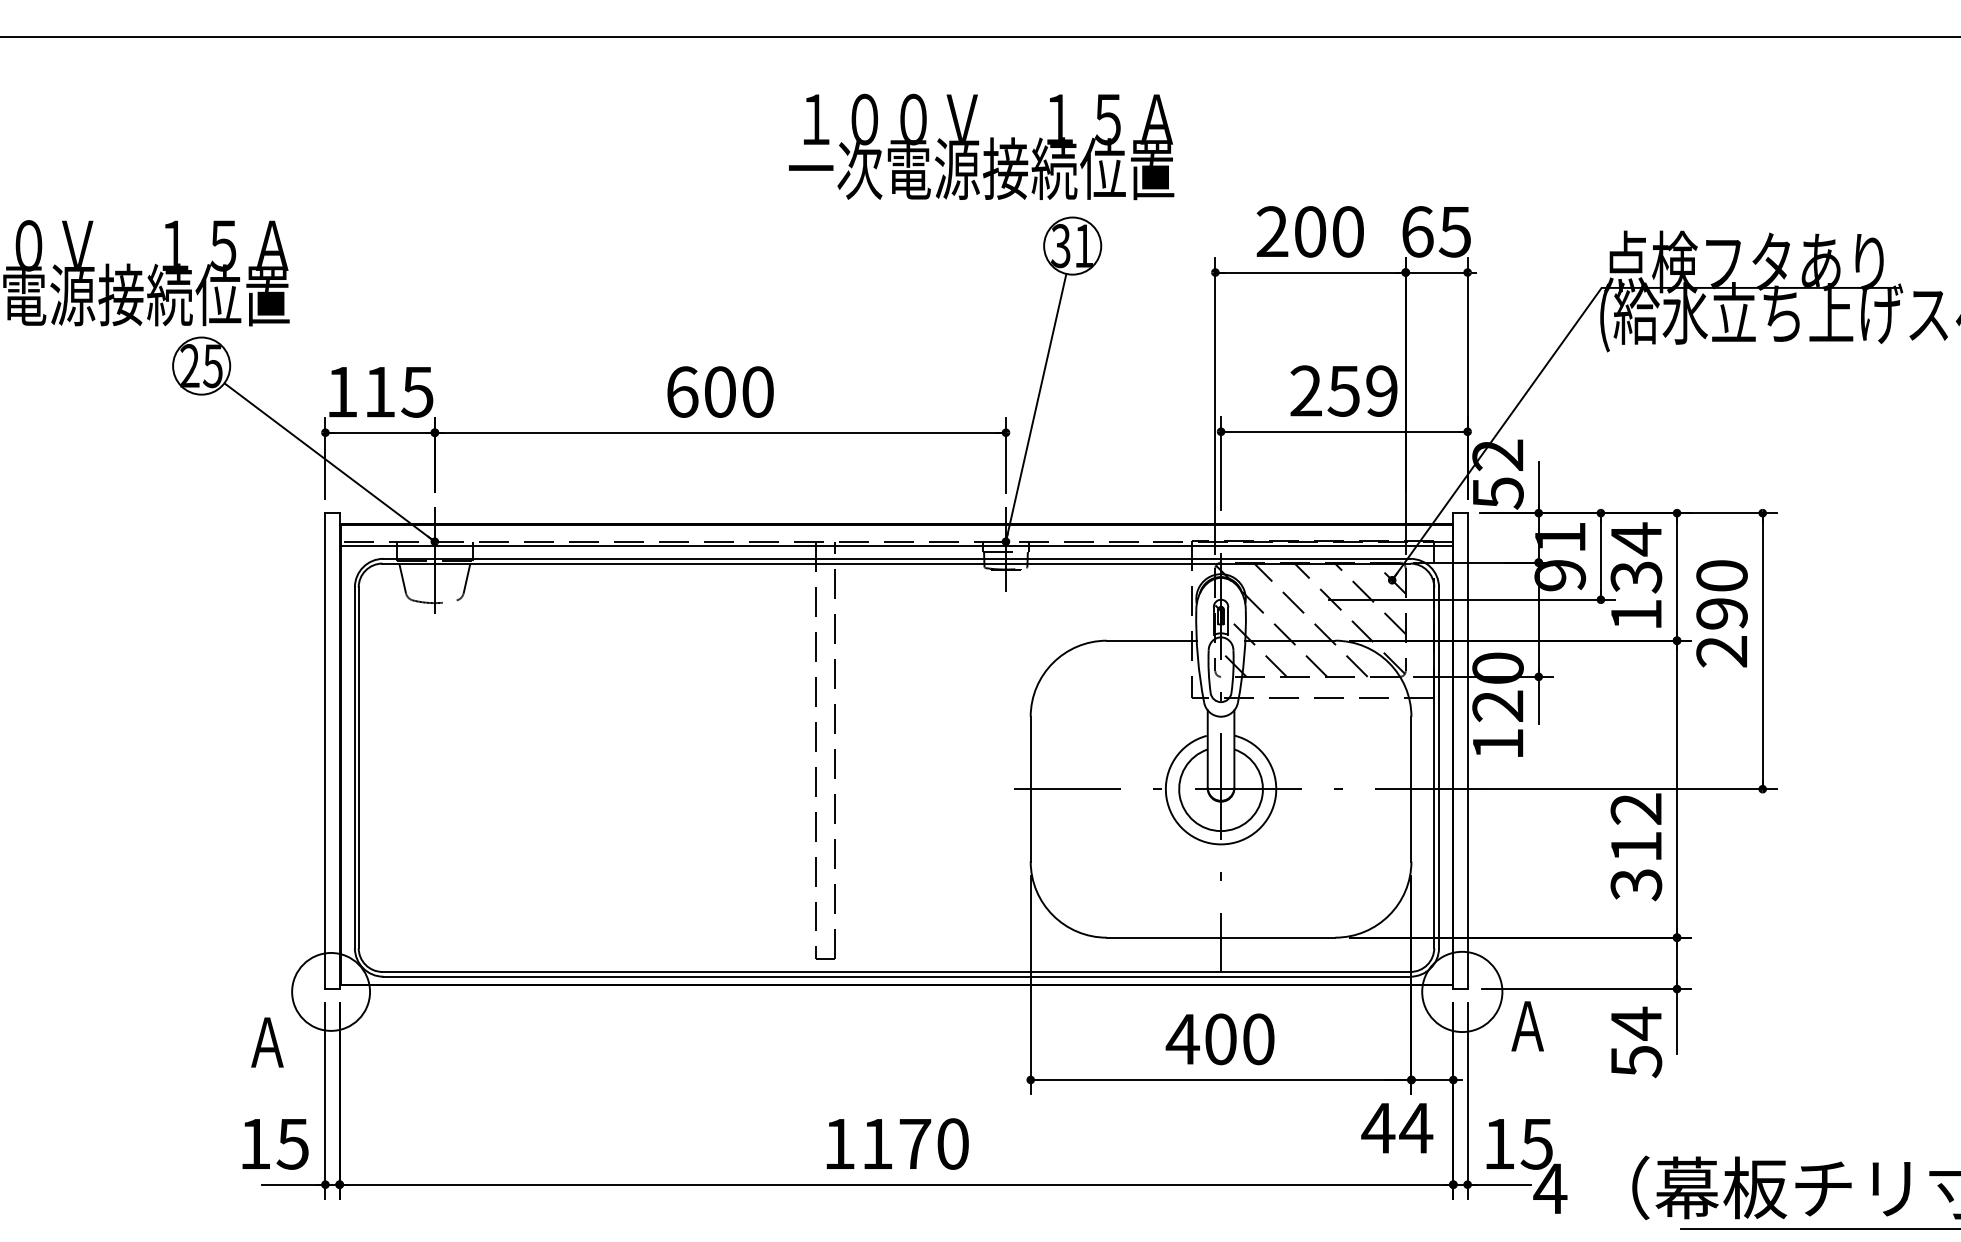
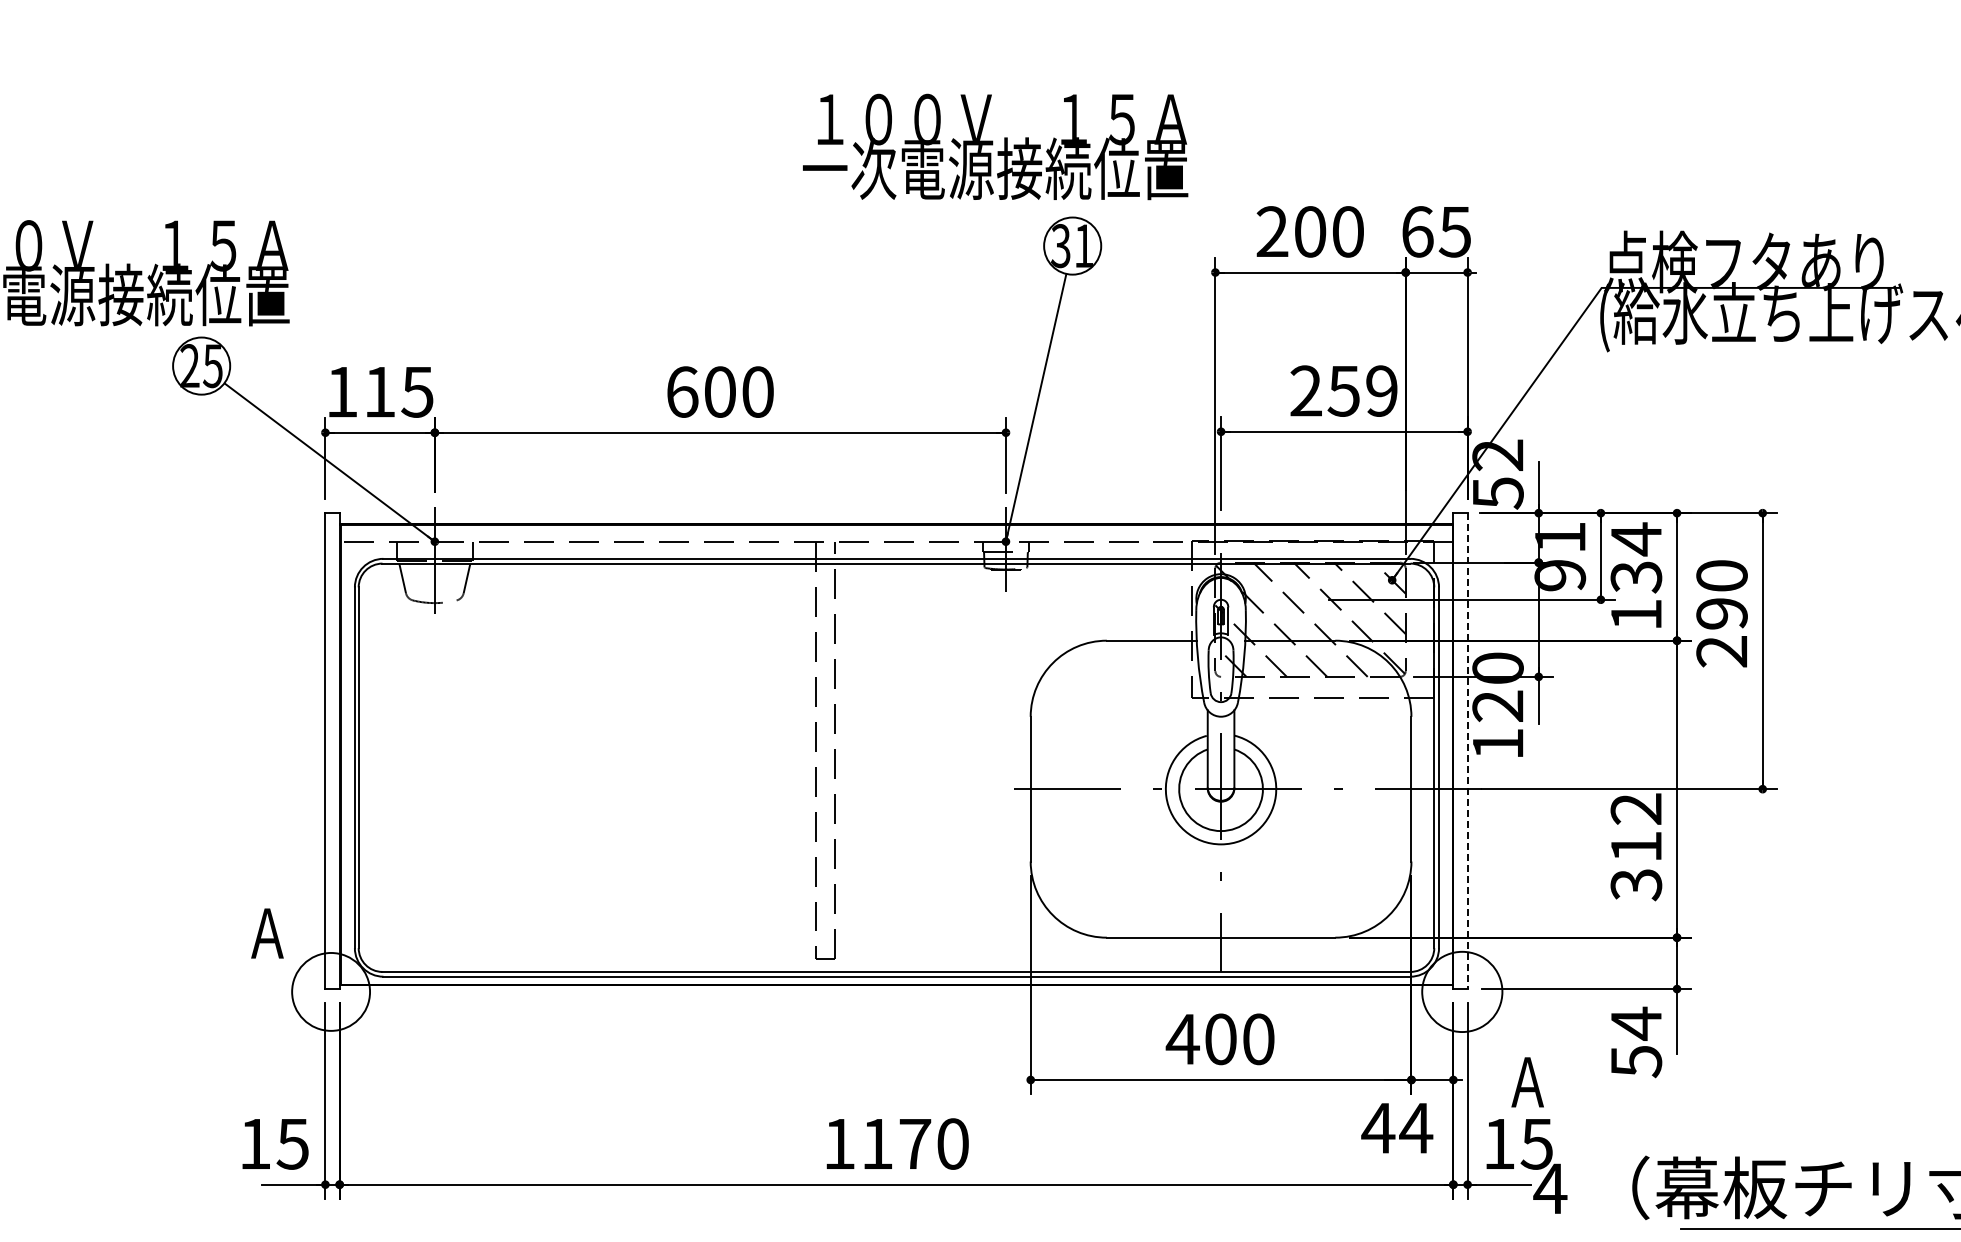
line at (979, 37): present -> none
text at (981, 146) position: (981, 146) -> (995, 146)
line at (896, 546): present -> none
line at (1467, 751): solid -> dashed
text at (1527, 1026) position: (1527, 1026) -> (1527, 1082)
text at (267, 1042) position: (267, 1042) -> (267, 933)
